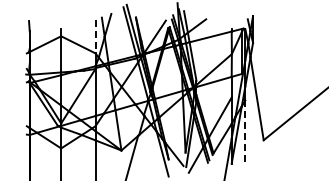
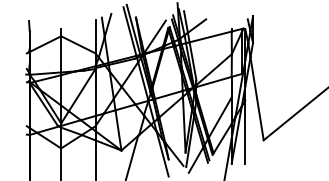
line at (95, 36): dashed -> solid
line at (245, 132): dashed -> solid
